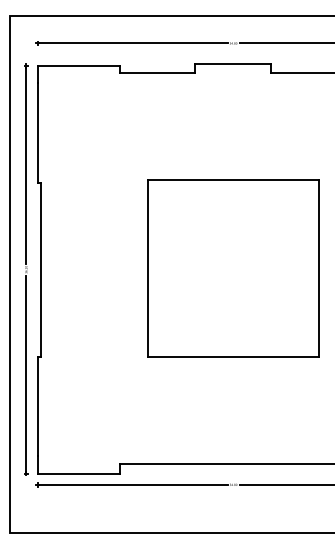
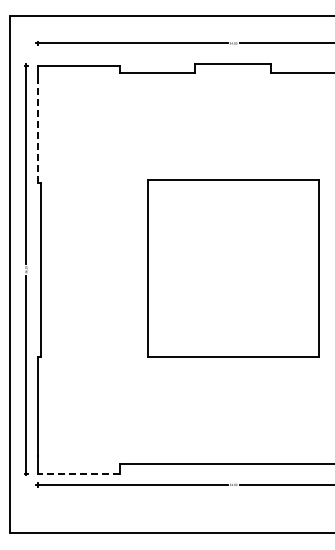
line at (37, 132): solid -> dashed
line at (78, 473): solid -> dashed
